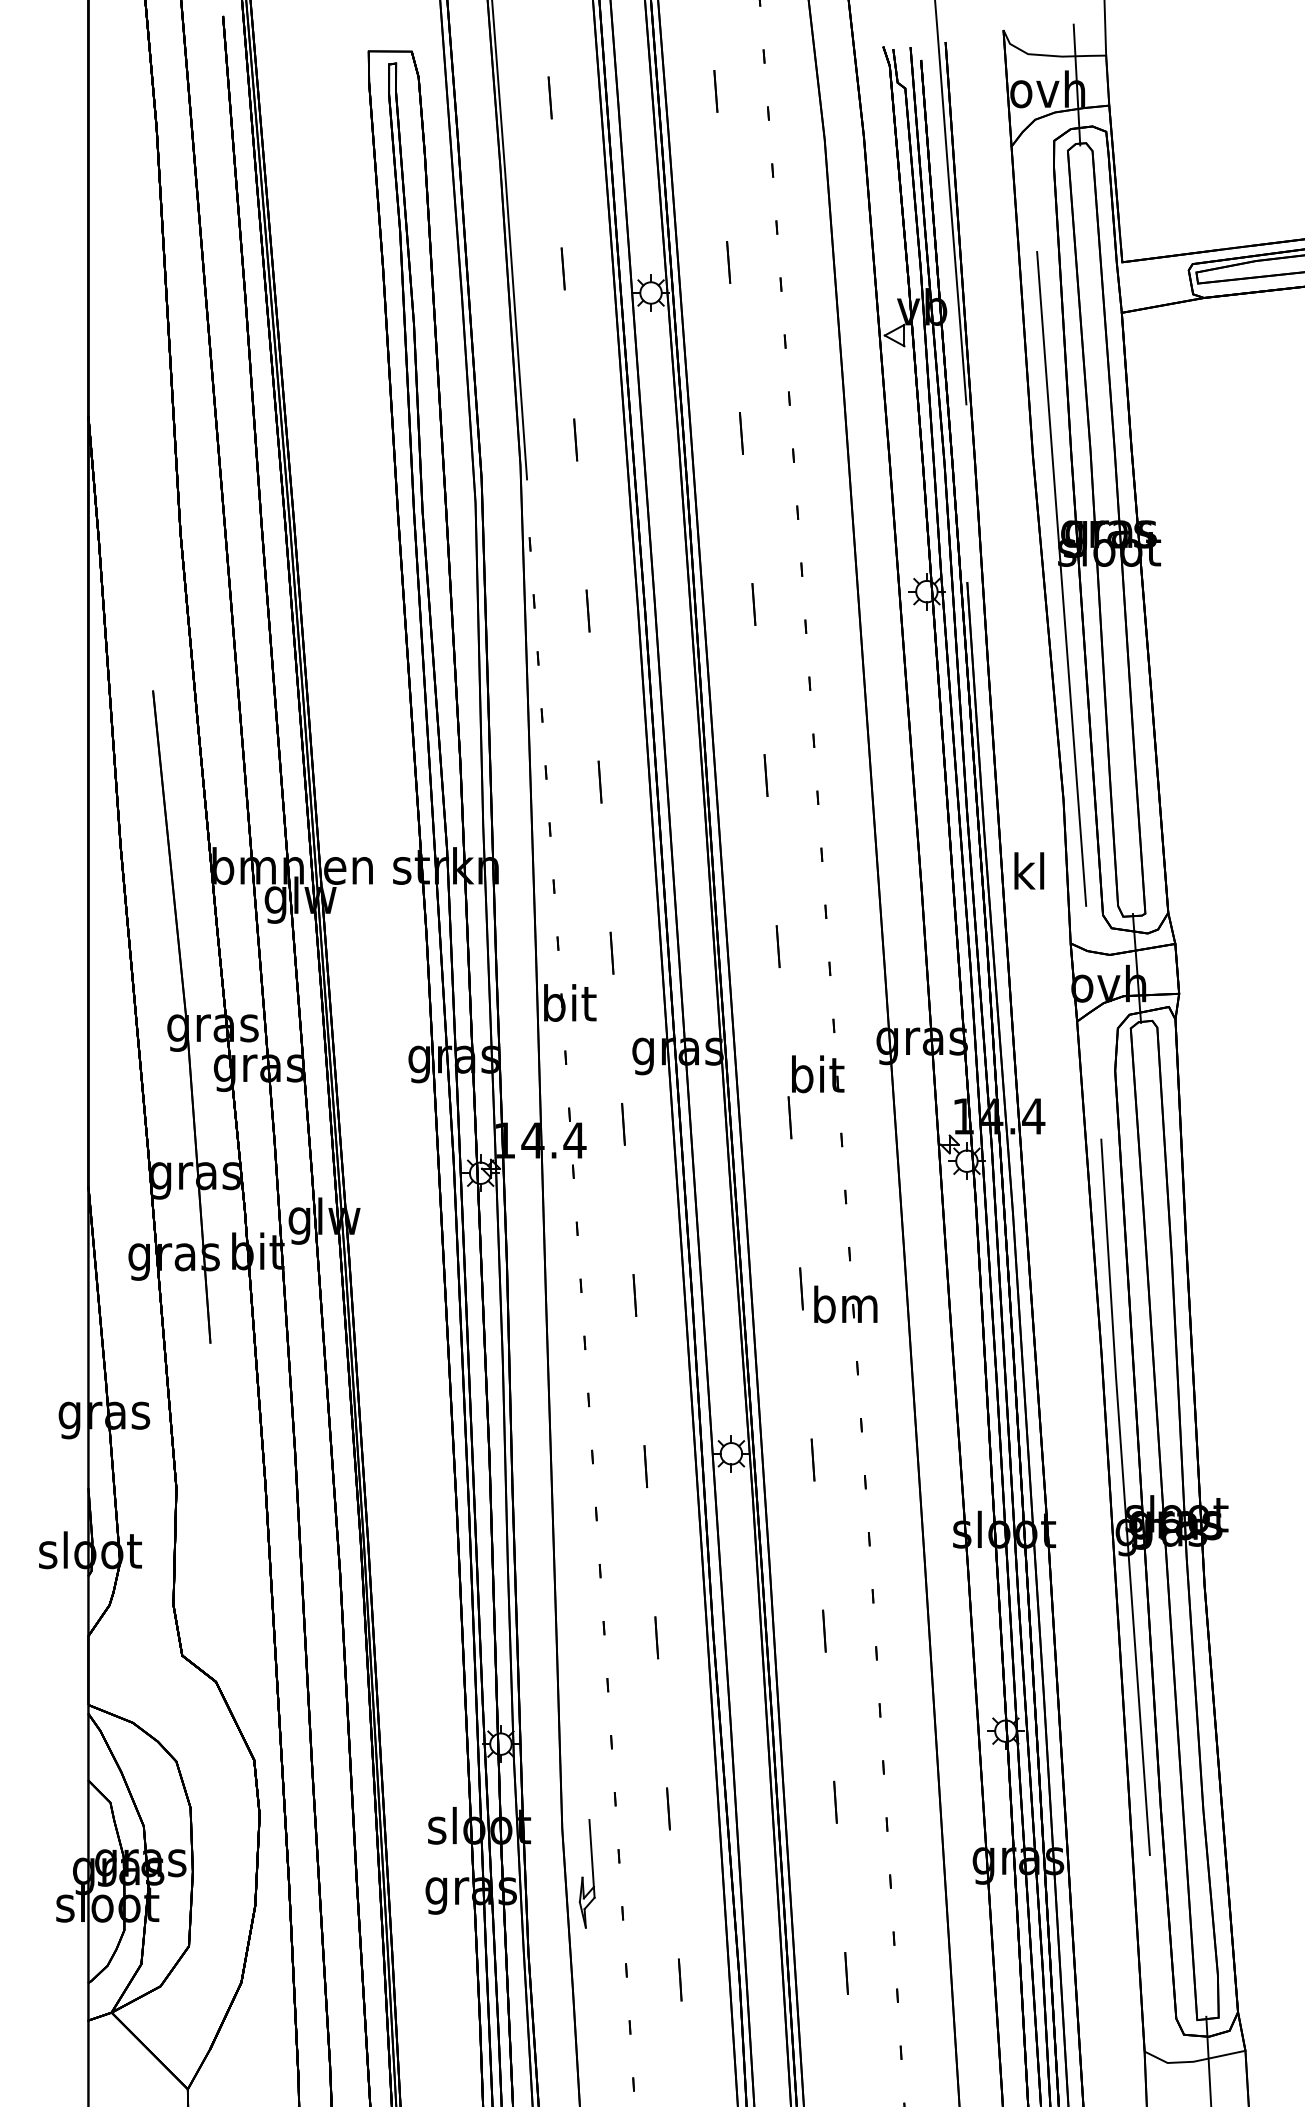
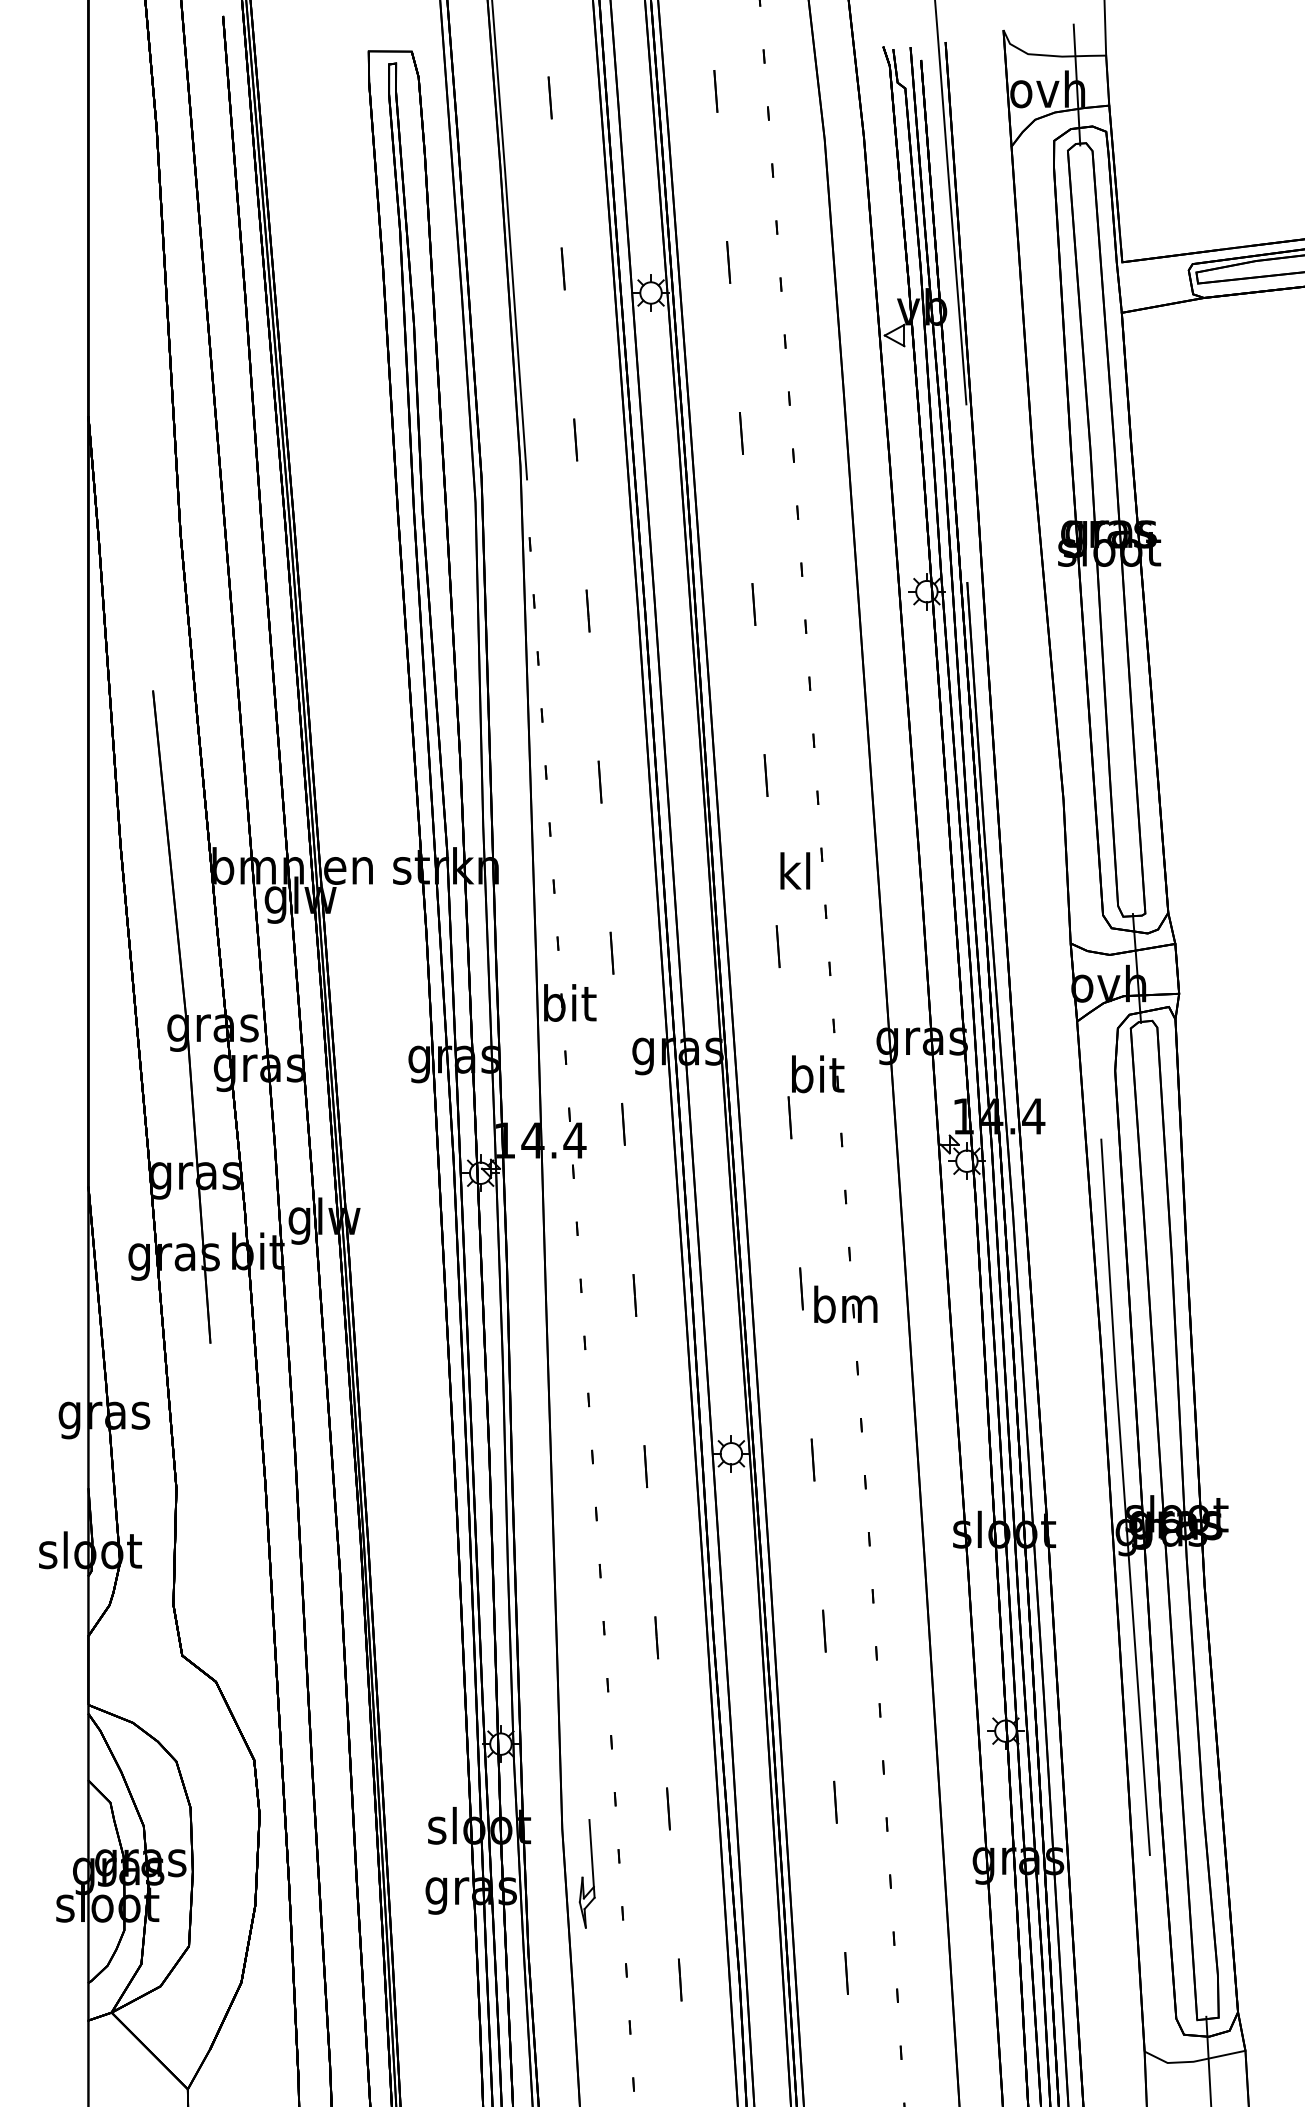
line at (1061, 578): present -> none
text at (1029, 870) position: (1029, 870) -> (795, 870)
